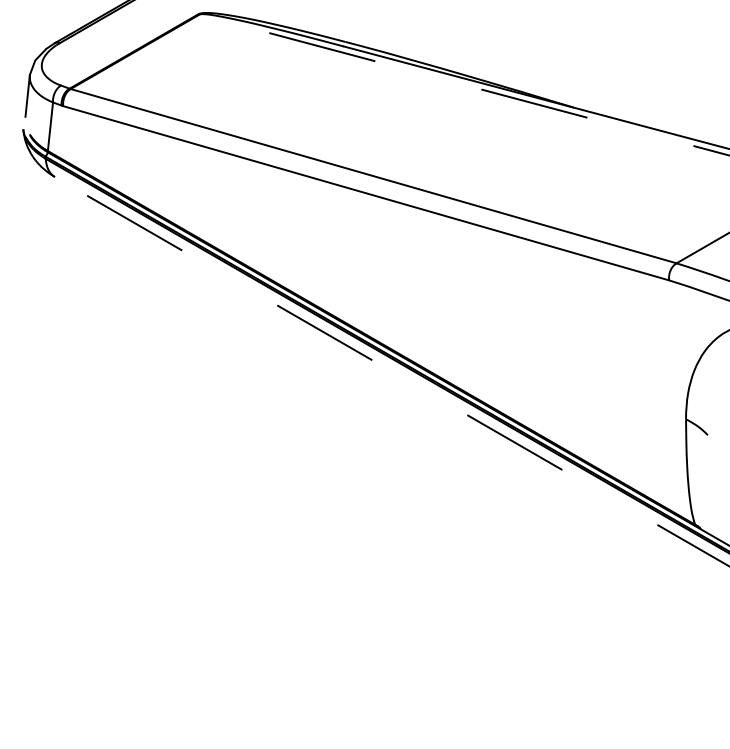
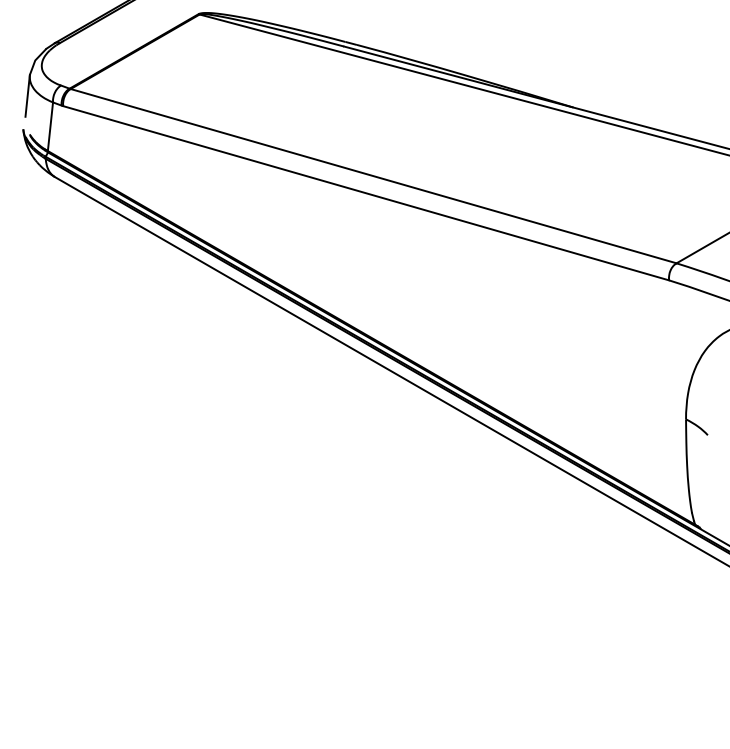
line at (464, 84): dashed -> solid
line at (391, 371): dashed -> solid
